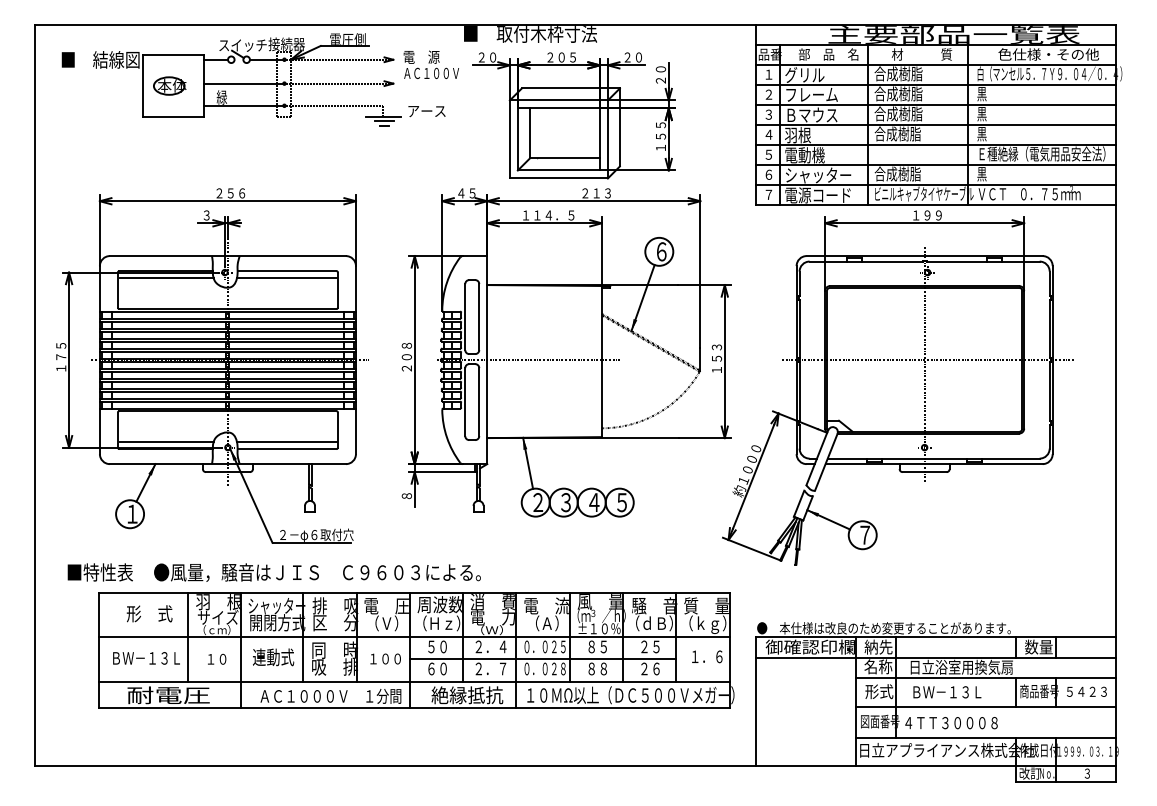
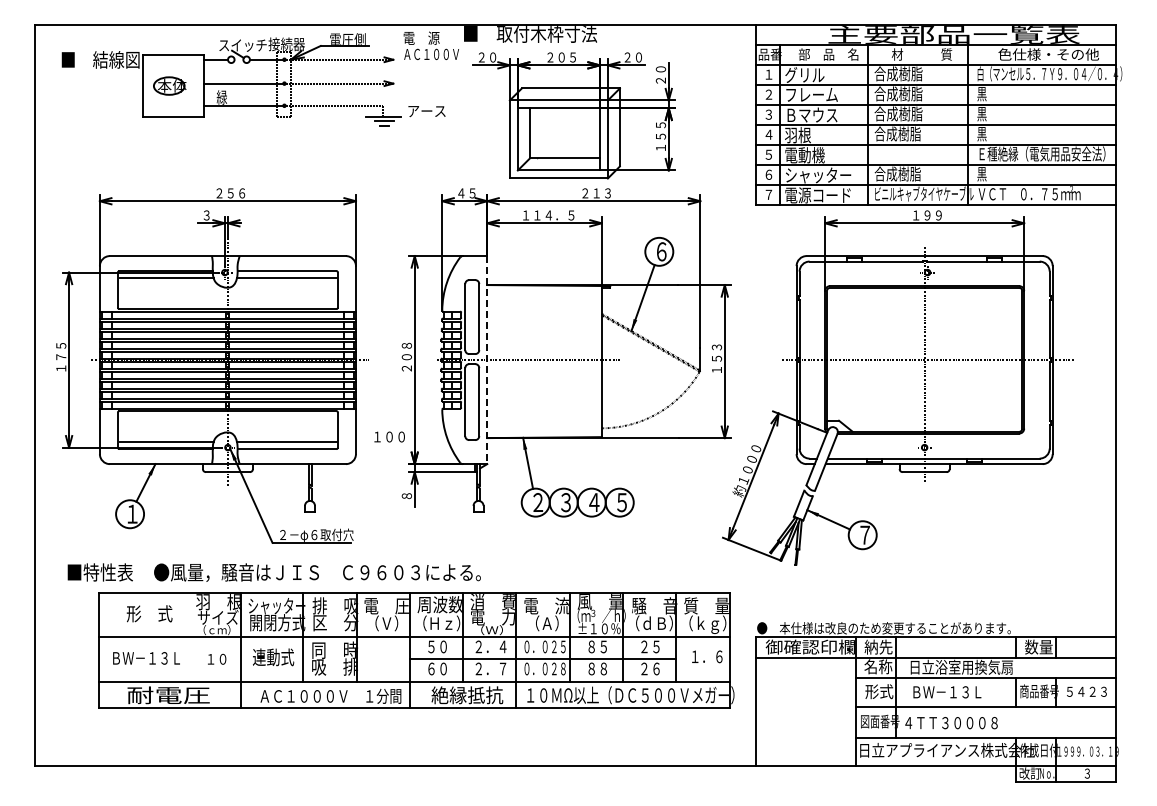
text at (430, 64) position: (430, 64) -> (430, 45)
line at (487, 360): solid -> dashed
line at (187, 636): present -> none
text at (385, 658) position: (385, 658) -> (389, 436)
